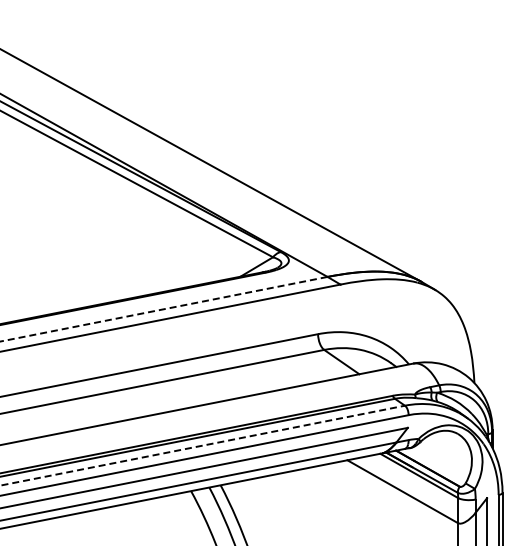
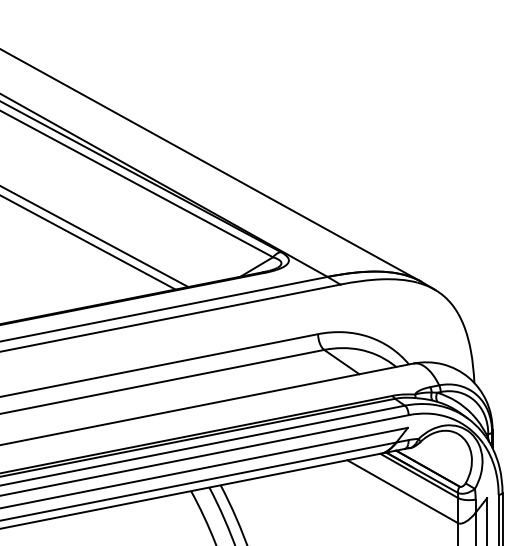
line at (95, 236): none -> present
line at (88, 242): none -> present
line at (163, 309): dashed -> solid
line at (202, 445): dashed -> solid
